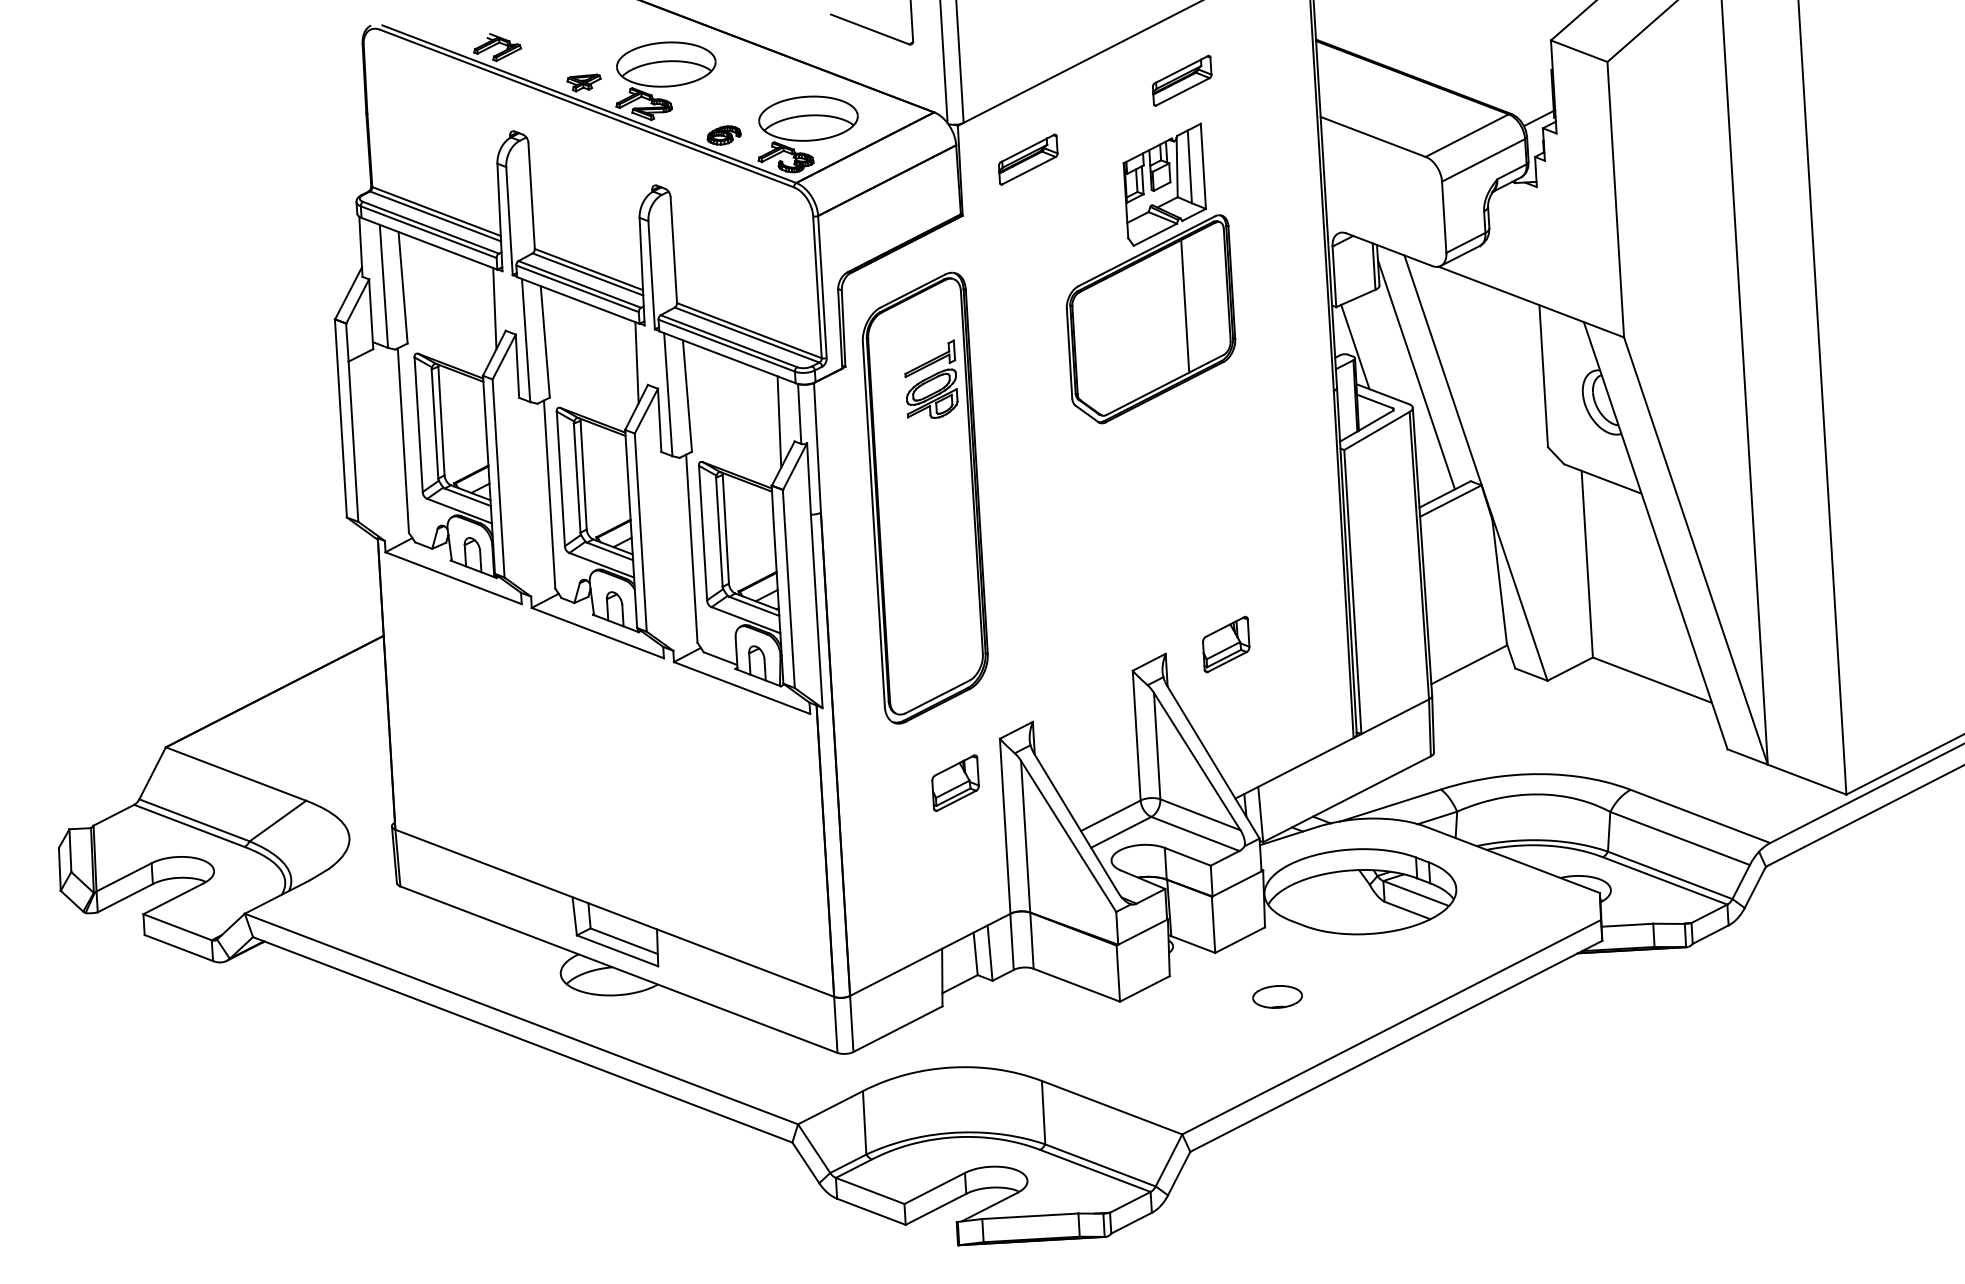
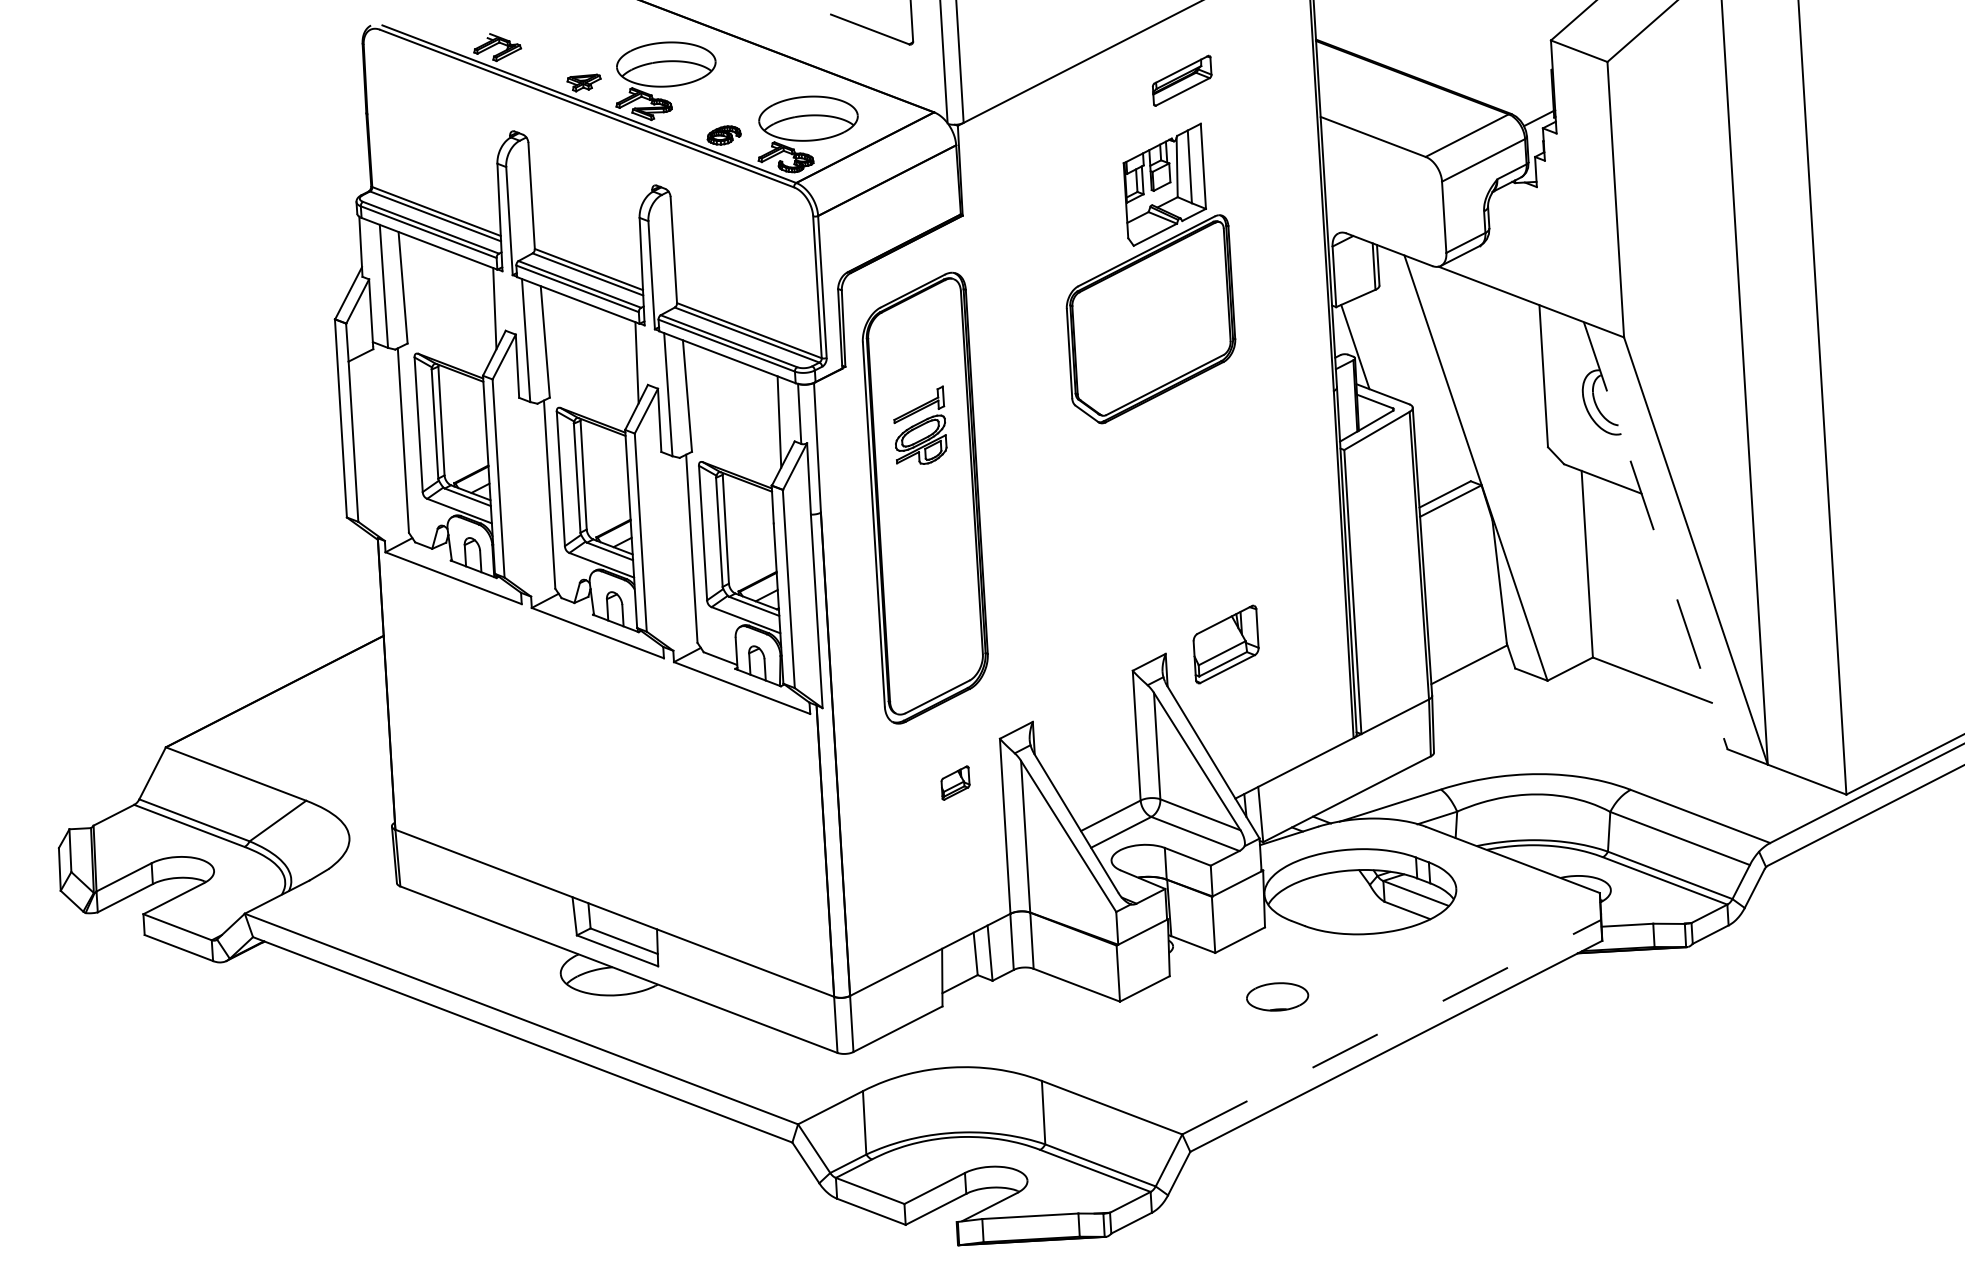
part at (1028, 159): present -> none
line at (1185, 306): present -> none
line at (1416, 374): present -> none
part at (931, 378) position: (931, 378) -> (920, 424)
line at (1655, 536): solid -> dashed
part at (1226, 644) size: 49x59 px -> 68x81 px
part at (955, 782) size: 49x58 px -> 31x36 px
part at (1277, 996) size: 51x24 px -> 64x30 px
line at (1392, 1027): solid -> dashed
